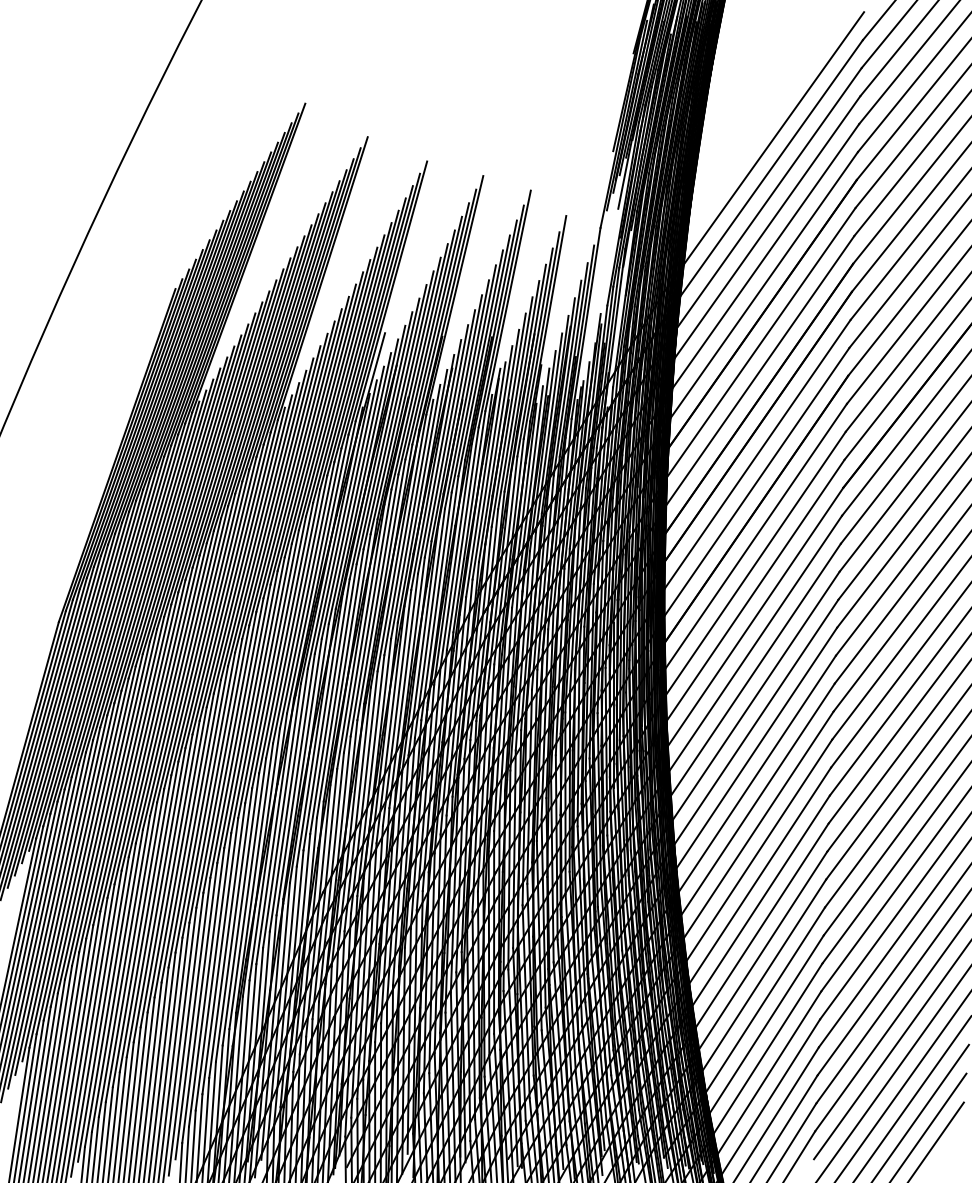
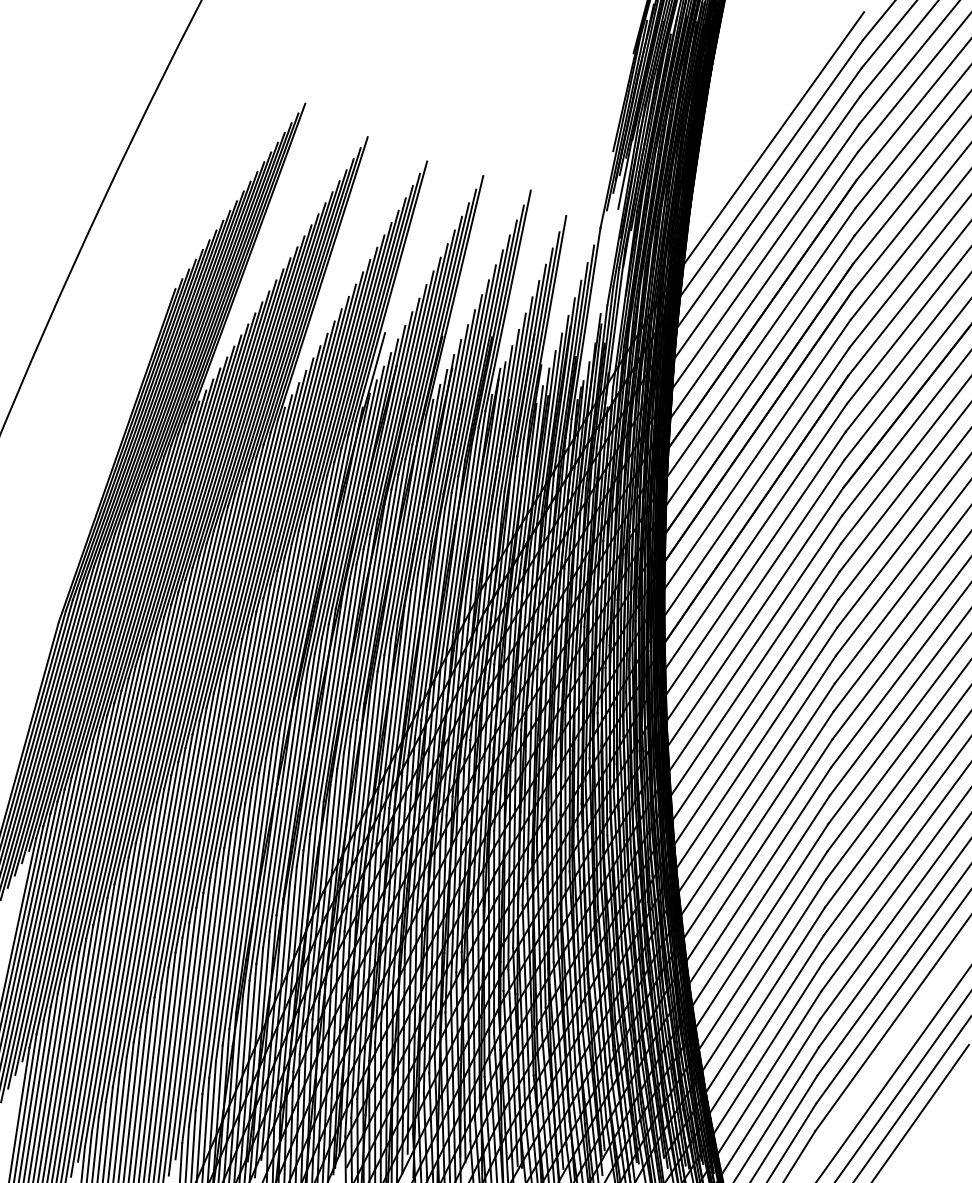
line at (891, 1051): present -> none
line at (929, 1126): present -> none
line at (936, 1140): present -> none
